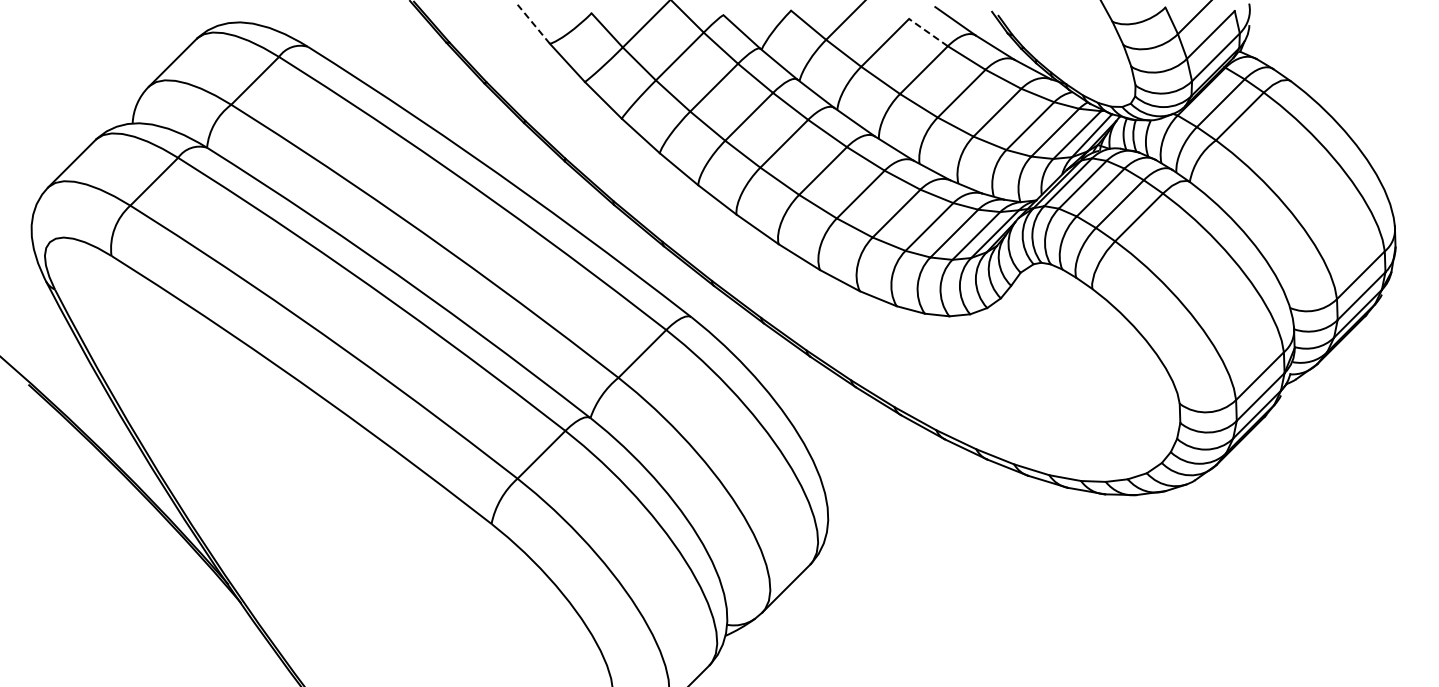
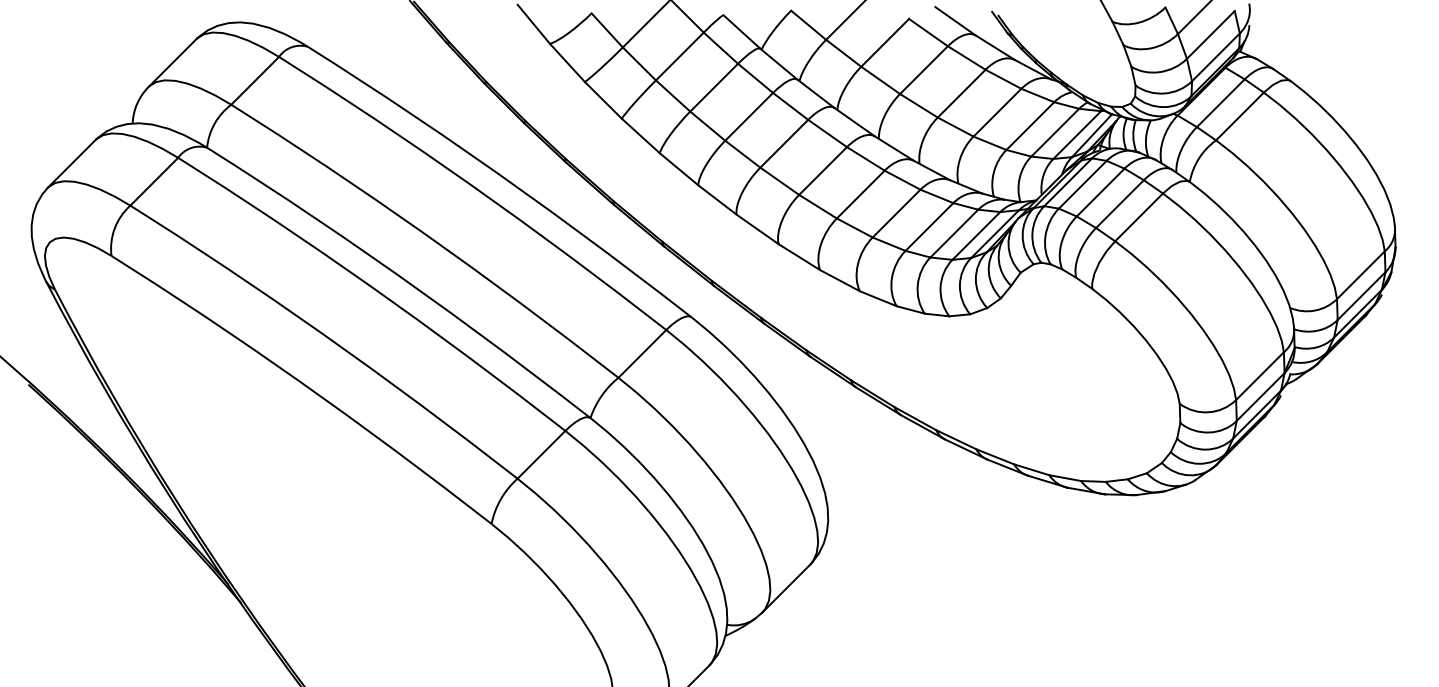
line at (533, 23): dashed -> solid
line at (928, 32): dashed -> solid
